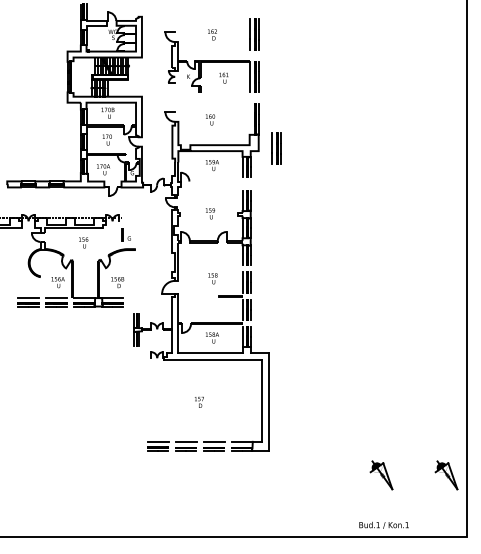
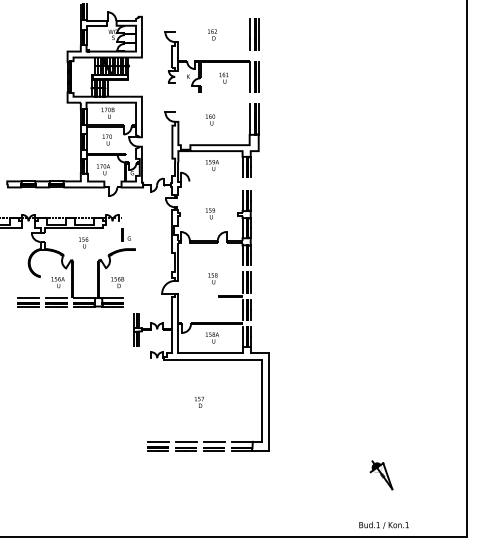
line at (249, 119): none -> present
part at (276, 148): present -> none
part at (446, 475): present -> none
